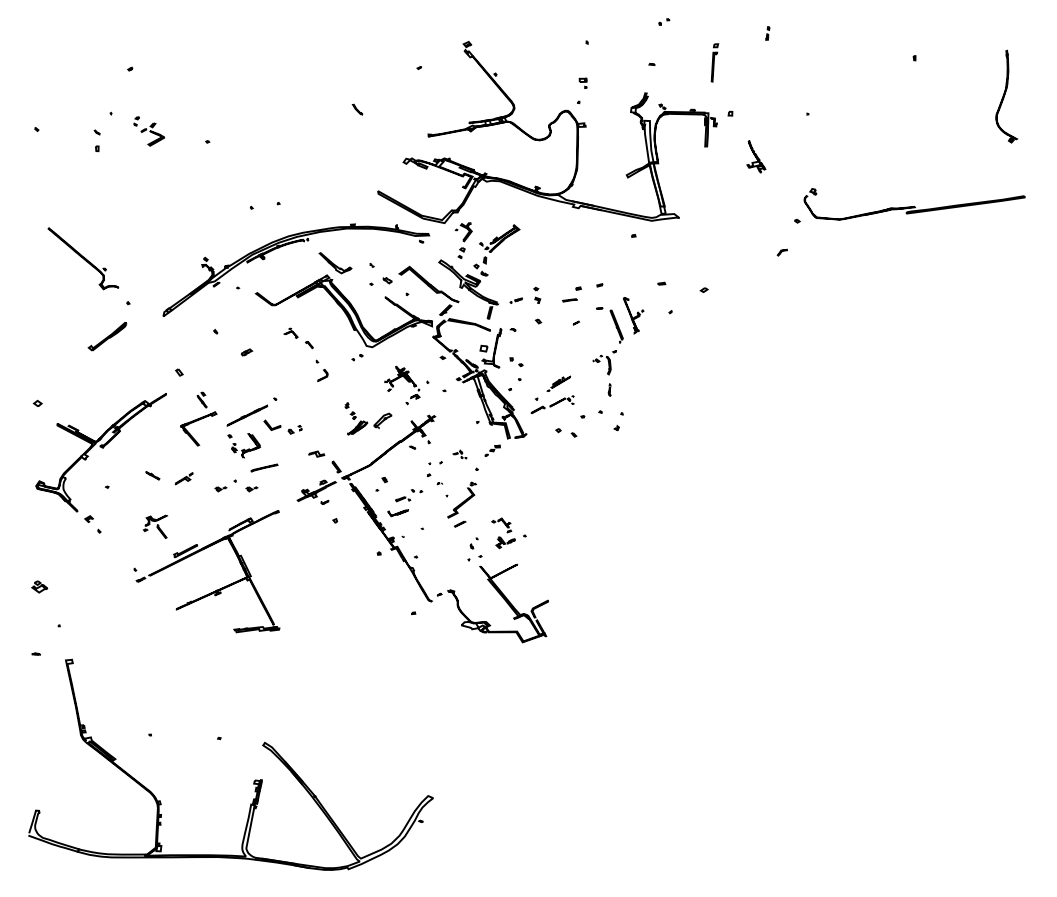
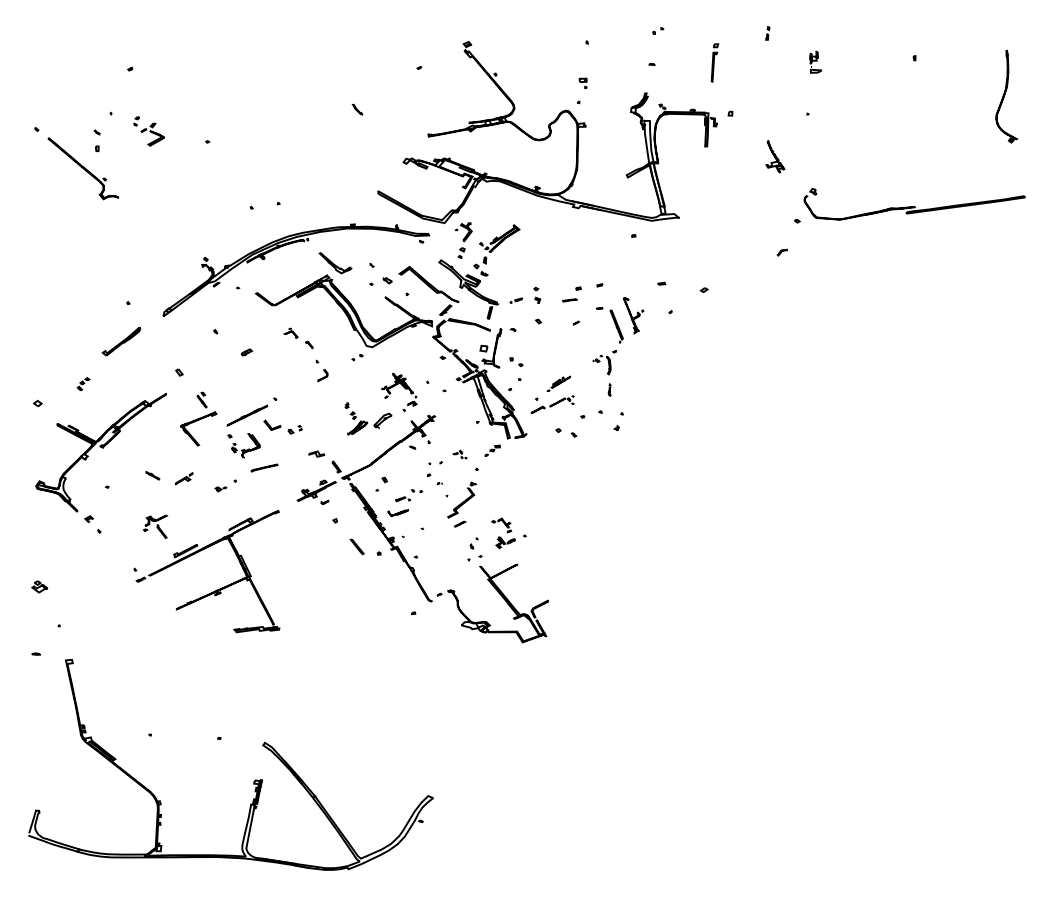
part at (664, 21) position: (664, 21) -> (658, 30)
part at (815, 61): none -> present
part at (756, 156) position: (756, 156) -> (775, 156)
part at (83, 258) position: (83, 258) -> (83, 168)
part at (107, 336) position: (107, 336) -> (121, 341)
part at (406, 380) position: (406, 380) -> (403, 387)
part at (83, 384): none -> present
part at (251, 489): present -> none
line at (356, 546): none -> present
